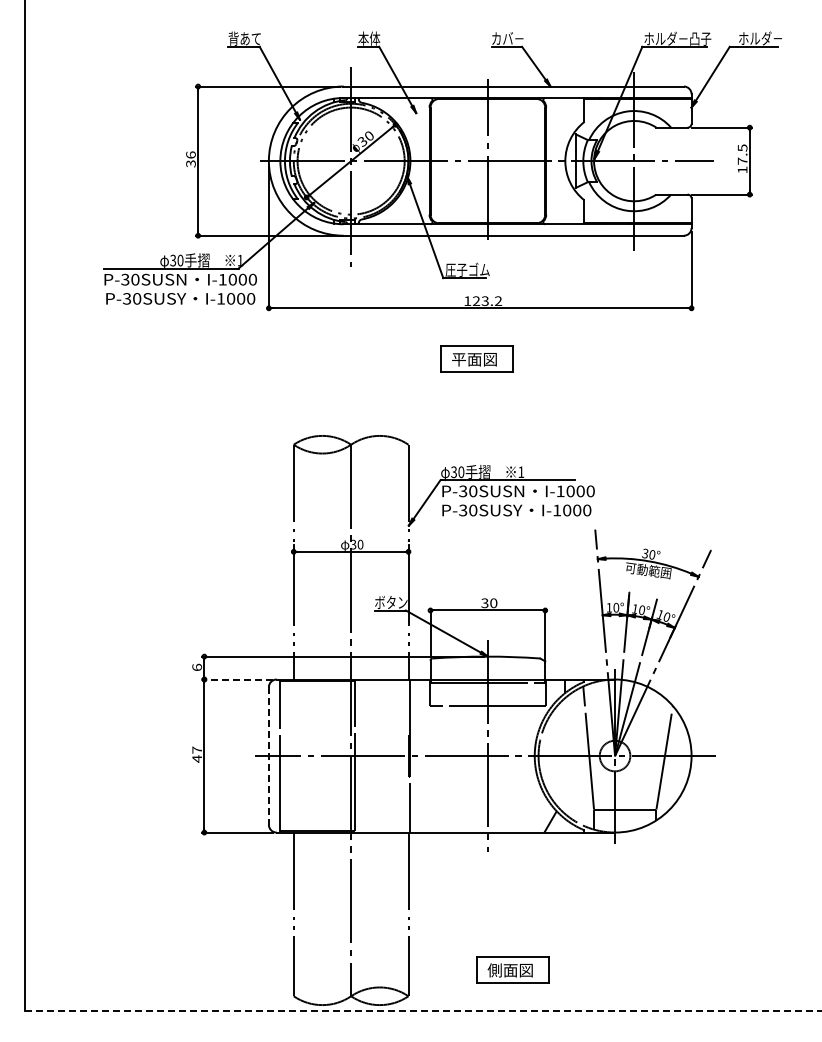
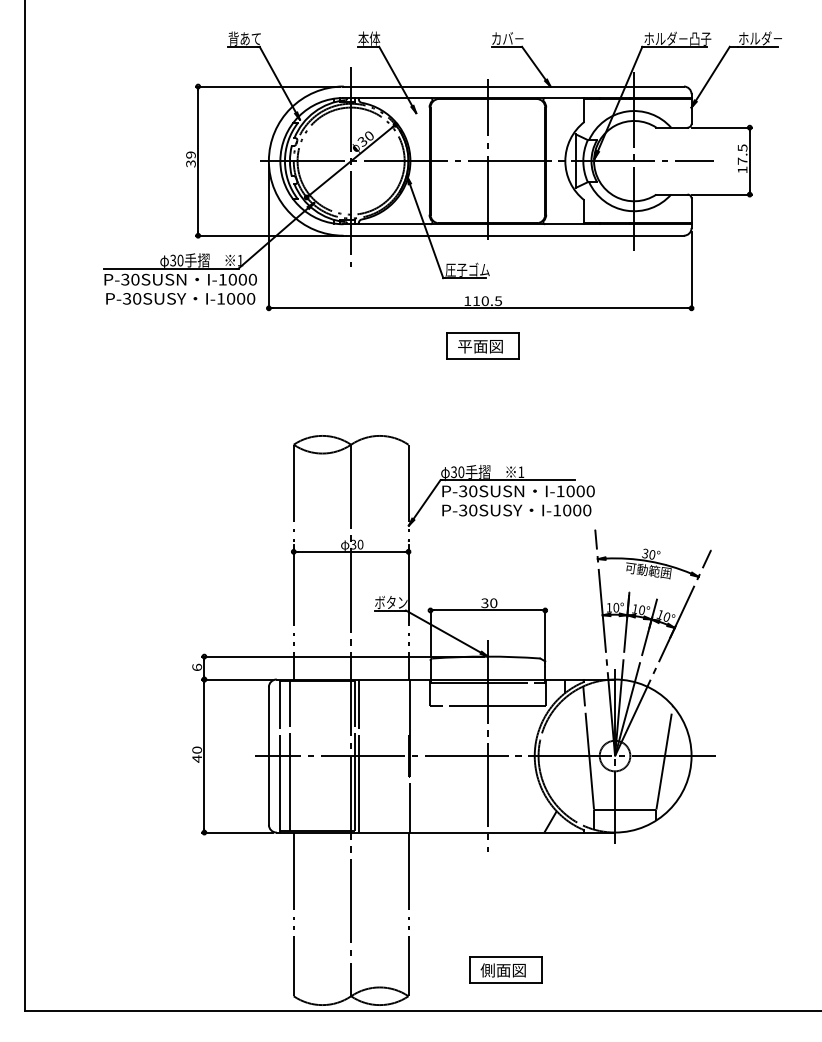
text at (190, 154): 36 -> 39
text at (487, 301): 123.2 -> 110.5
part at (476, 358) position: (476, 358) -> (482, 345)
line at (237, 679): dashed -> solid
text at (197, 749): 47 -> 40
line at (289, 755): none -> present
line at (358, 755): none -> present
line at (268, 756): dashed -> solid
part at (512, 969) position: (512, 969) -> (505, 969)
line at (423, 1010): dashed -> solid
